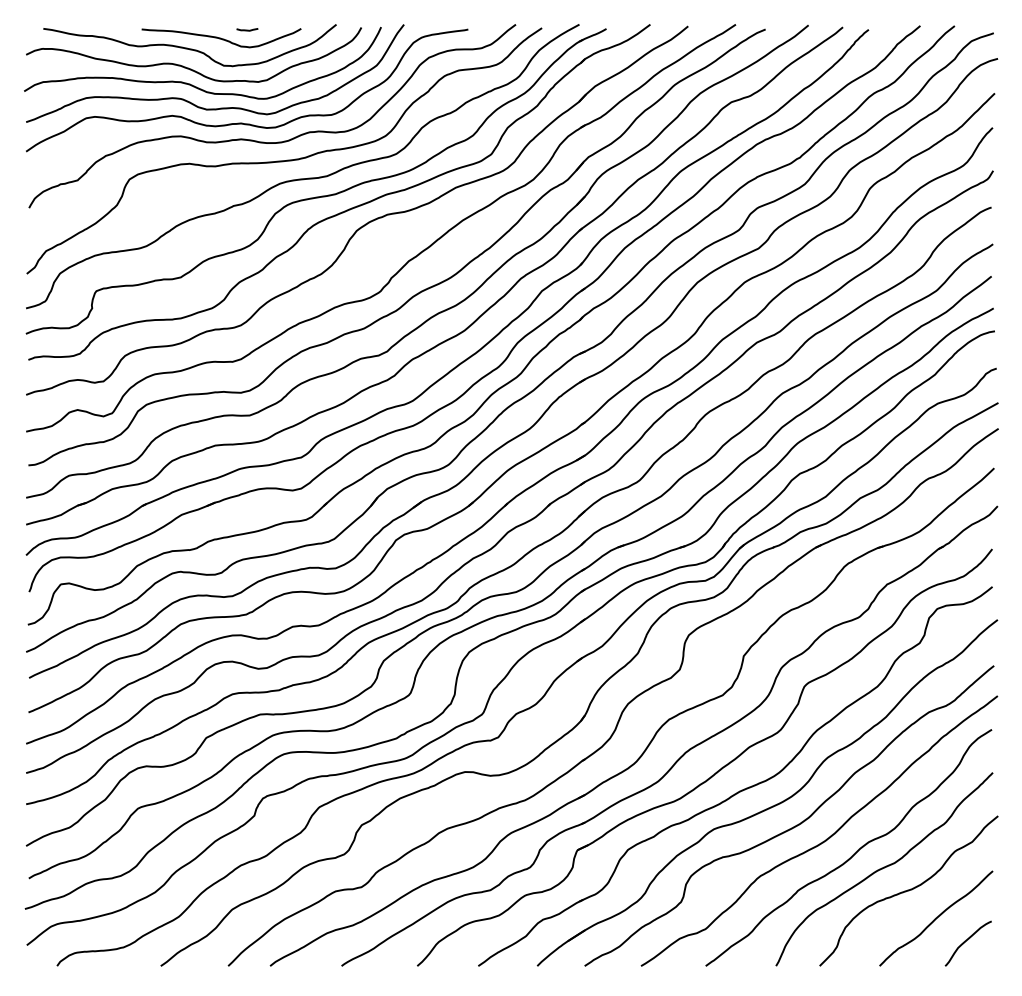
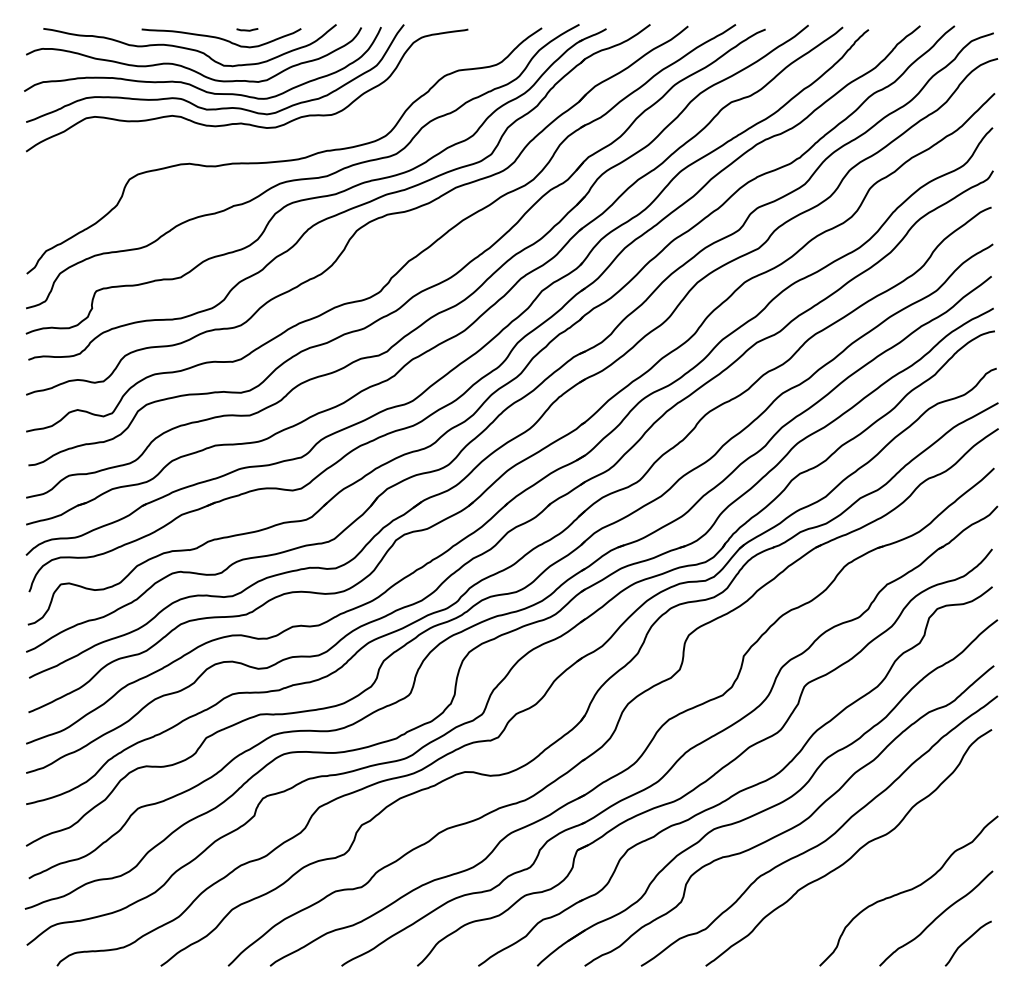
curve at (278, 141): present -> none
curve at (884, 868): present -> none
